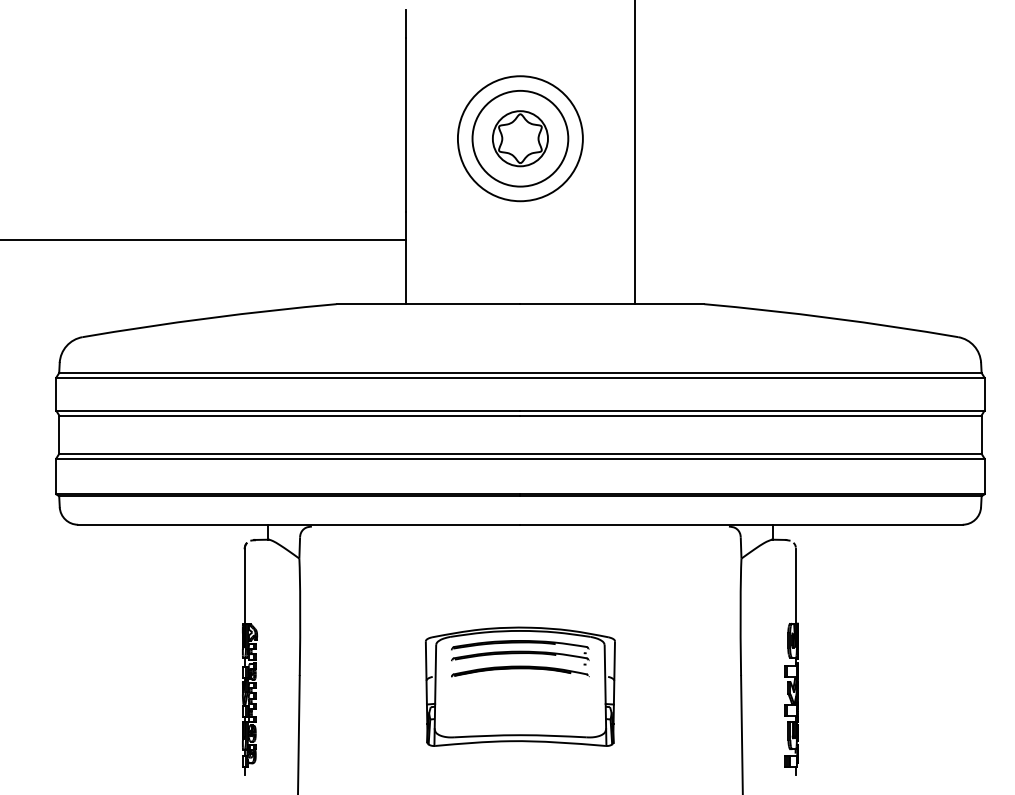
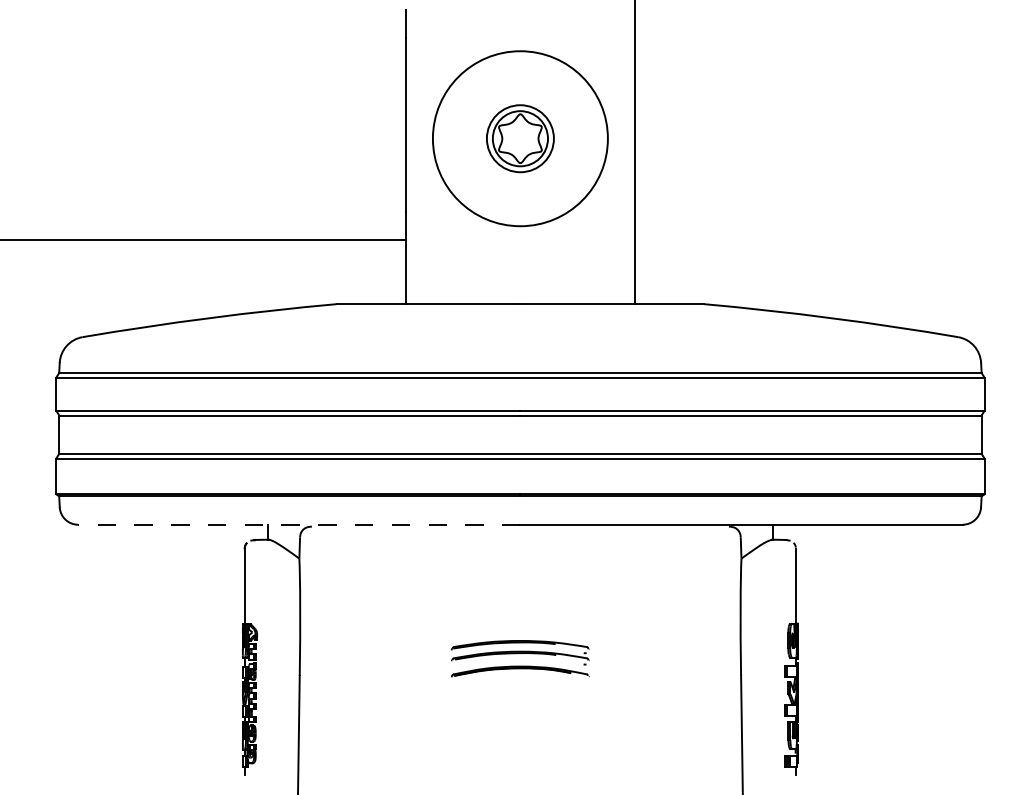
circle at (519, 138) diameter: 125 px -> 175 px
circle at (520, 138) diameter: 96 px -> 67 px
line at (298, 524): solid -> dashed
part at (520, 686): present -> none
